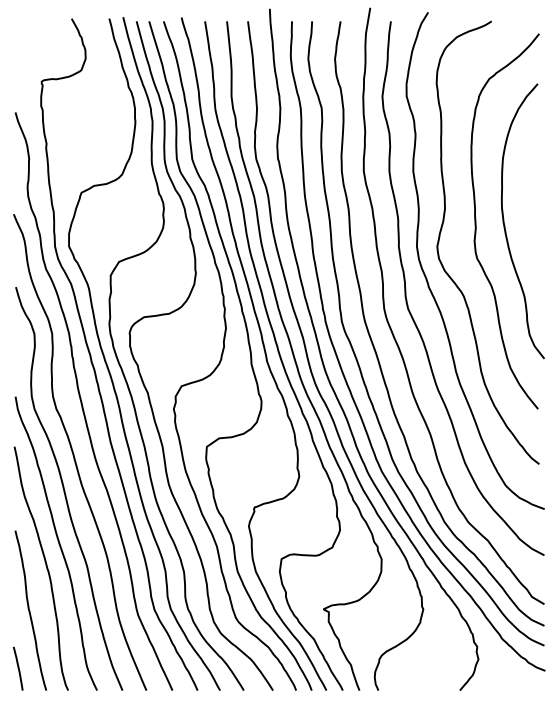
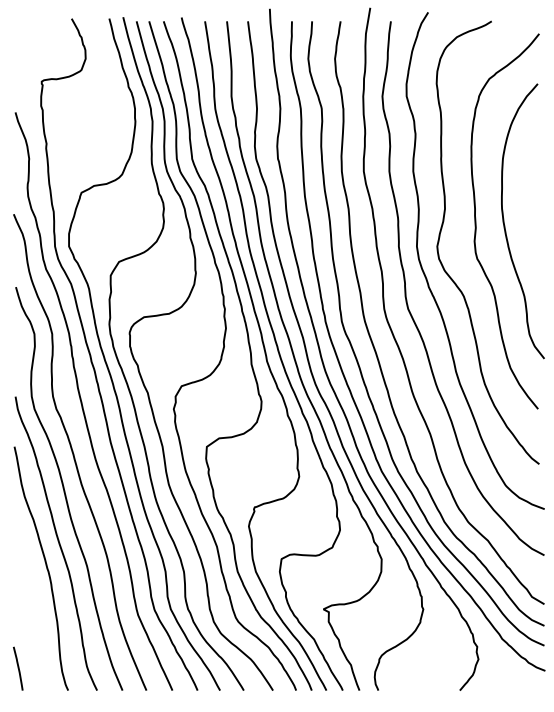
curve at (30, 610): present -> none
